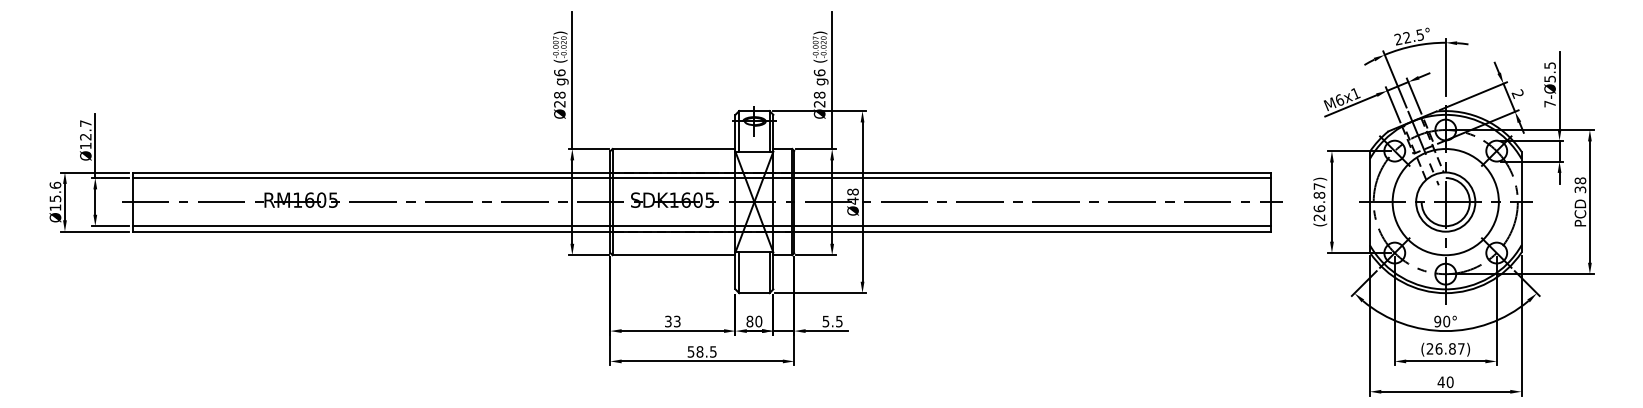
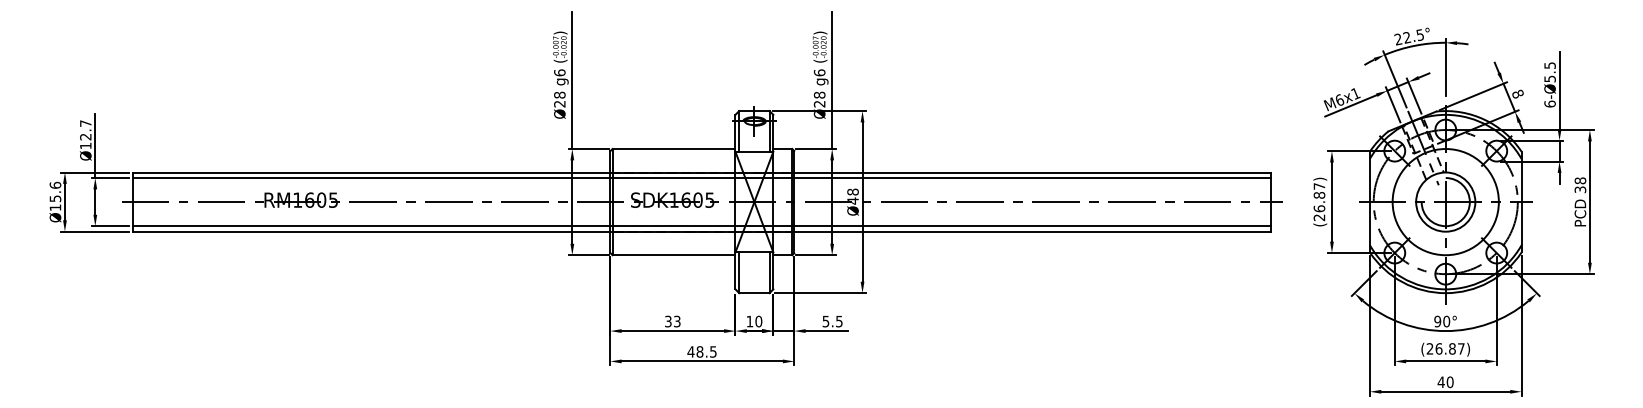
text at (1517, 93): 2 -> 8
text at (1549, 103): 7-Ø5.5 -> 6-Ø5.5
text at (749, 321): 80 -> 10
text at (690, 351): 58.5 -> 48.5
